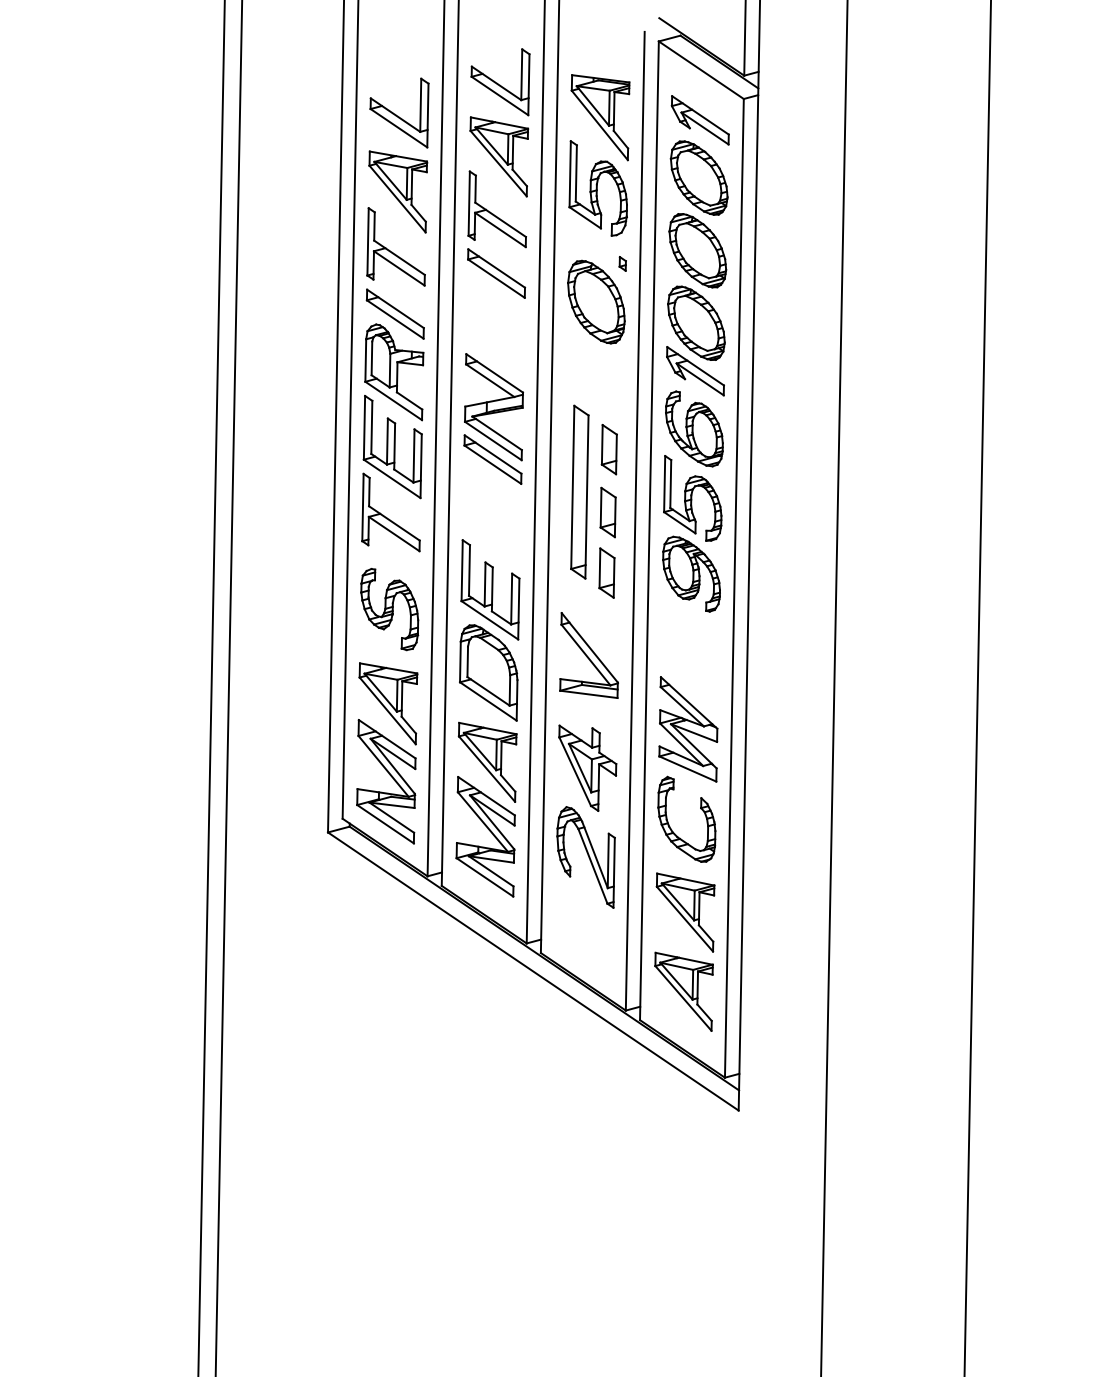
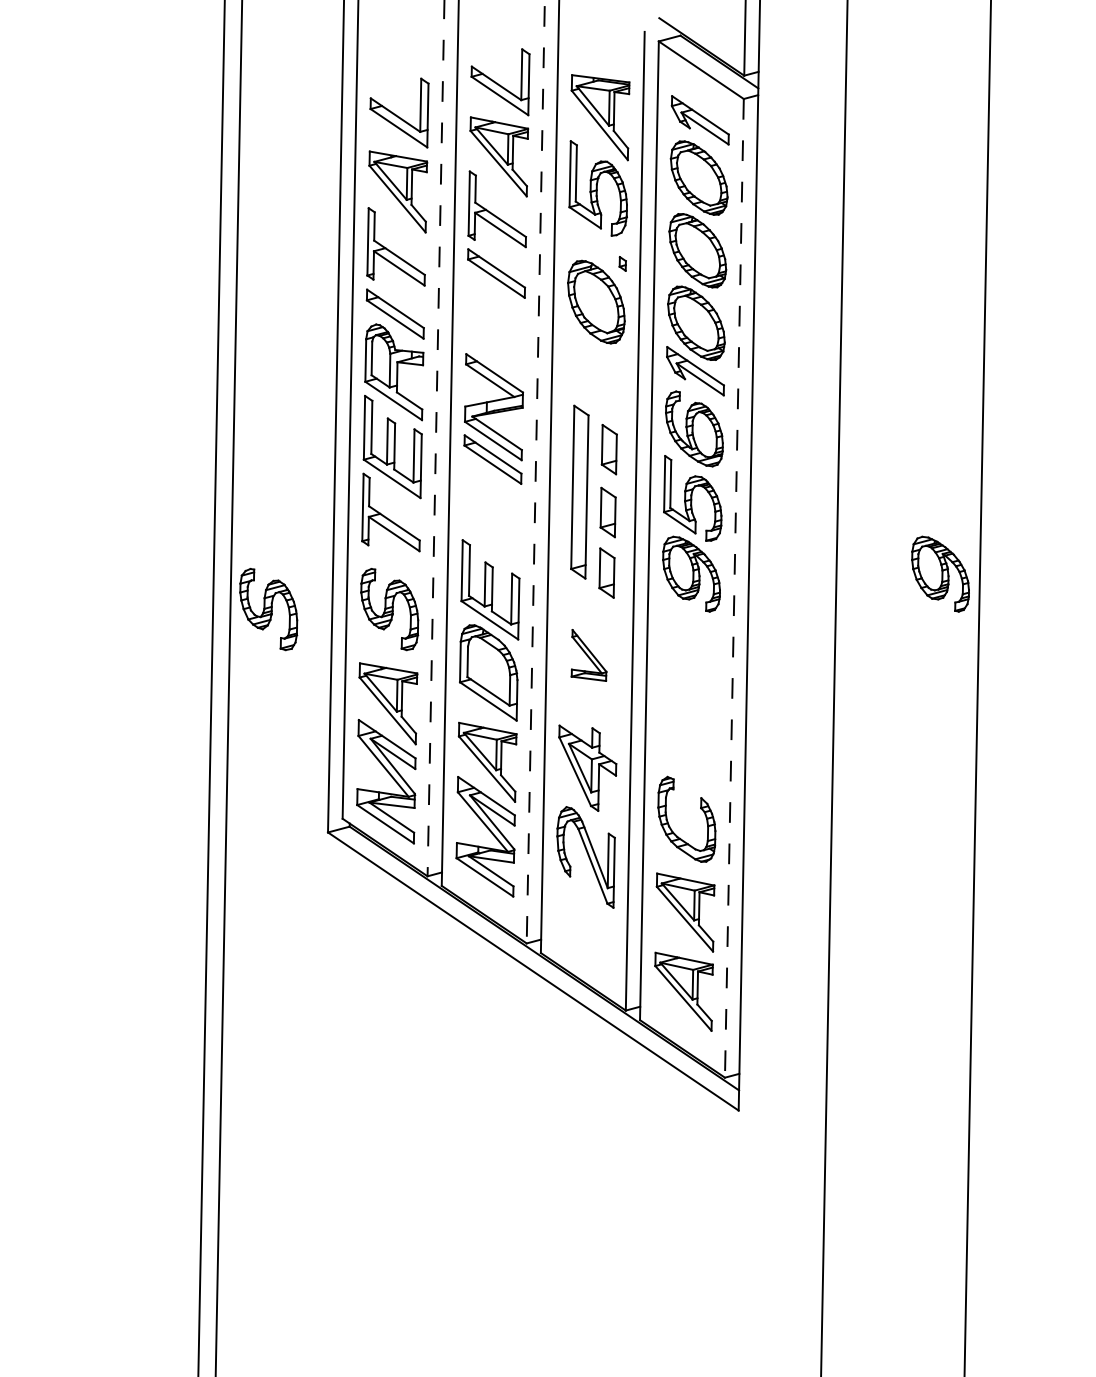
line at (436, 438): solid -> dashed
line at (535, 472): solid -> dashed
part at (940, 573): none -> present
line at (734, 588): solid -> dashed
part at (268, 609): none -> present
part at (588, 655) size: 60x87 px -> 38x53 px
part at (688, 729): present -> none
